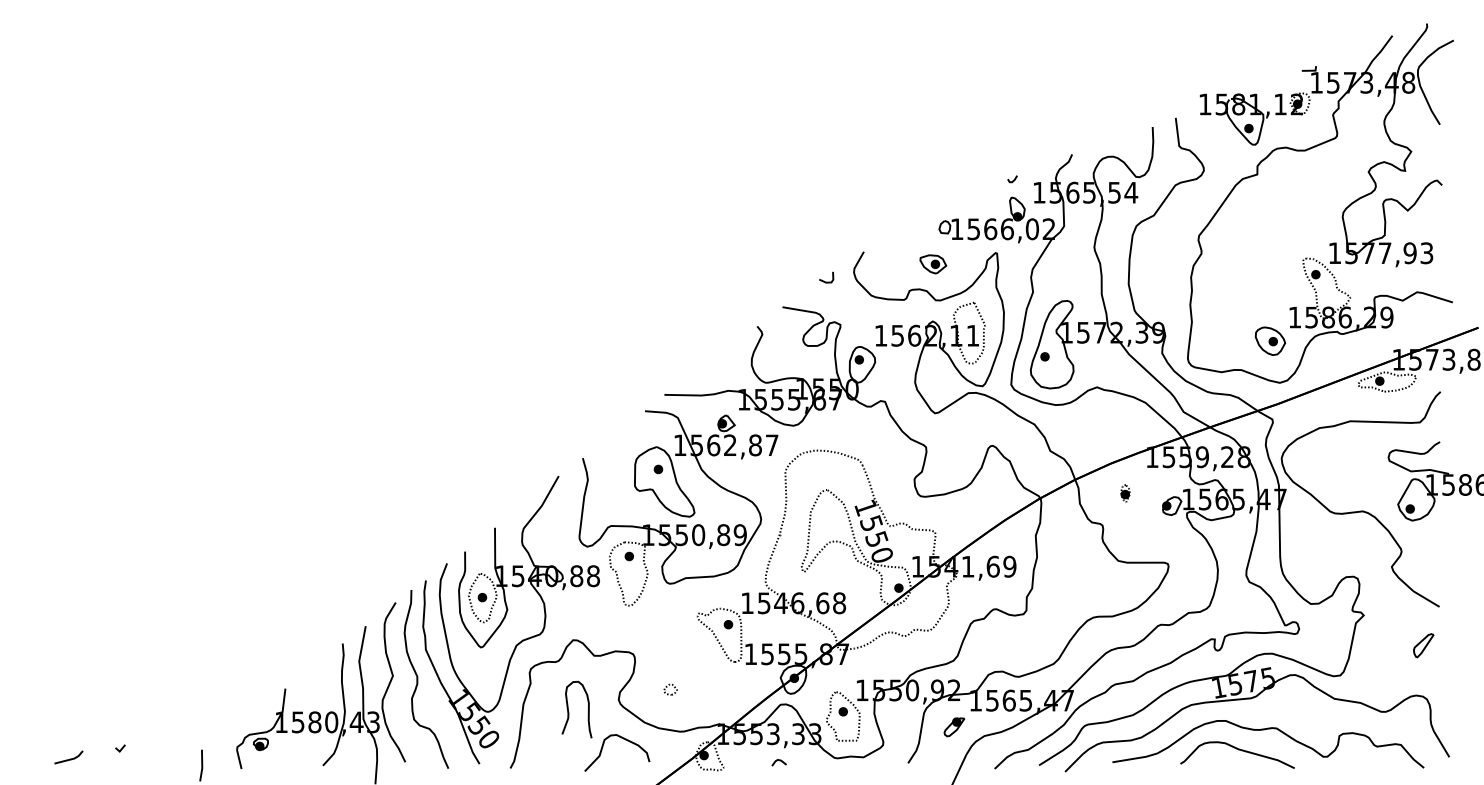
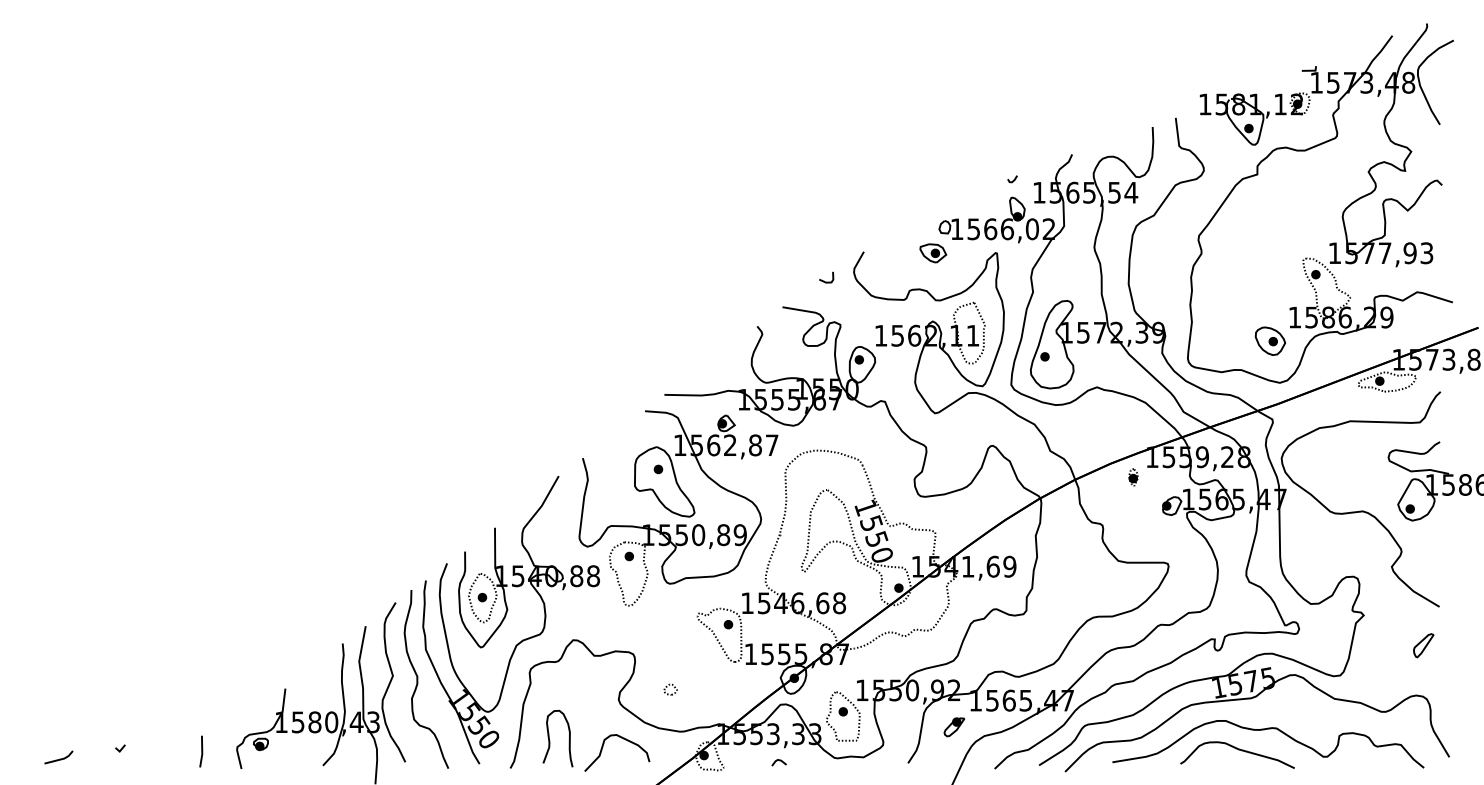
part at (933, 264) position: (933, 264) -> (933, 253)
part at (1125, 493) position: (1125, 493) -> (1133, 477)
curve at (569, 711) position: (569, 711) -> (550, 740)
line at (69, 758) position: (69, 758) -> (59, 758)
line at (201, 765) position: (201, 765) -> (201, 751)
